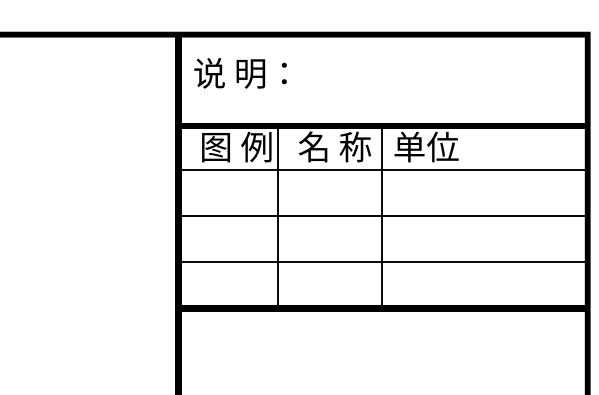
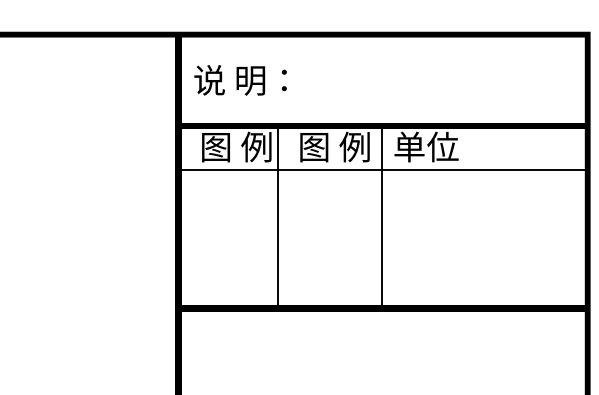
text at (240, 73) position: (240, 73) -> (240, 80)
text at (334, 146): 名 称 -> 图 例
line at (382, 216): present -> none
line at (382, 262): present -> none
